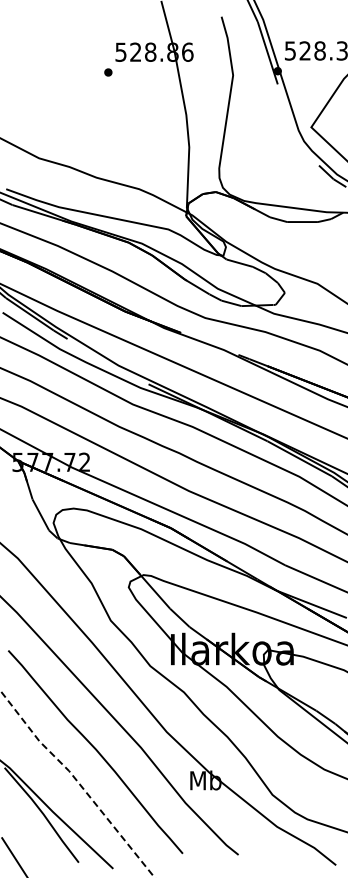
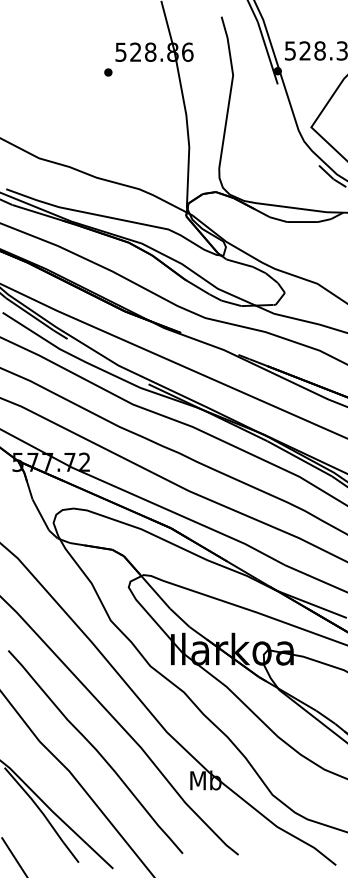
line at (77, 781): dashed -> solid
